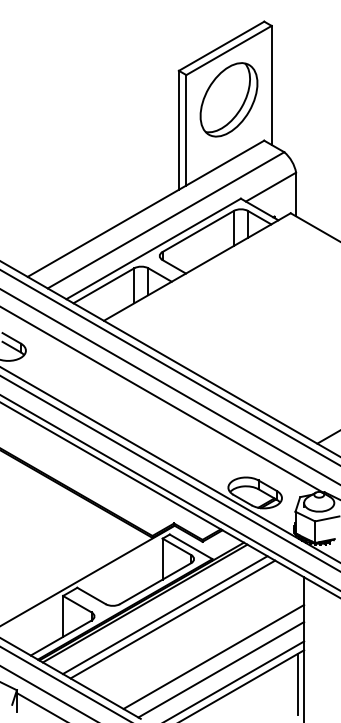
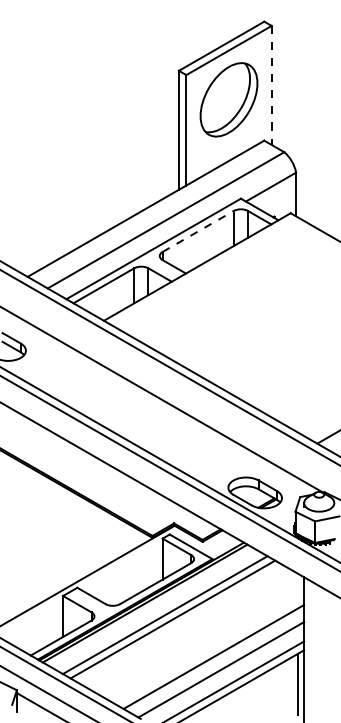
line at (271, 85): solid -> dashed
line at (198, 231): solid -> dashed
line at (169, 386): present -> none
line at (169, 492): present -> none
